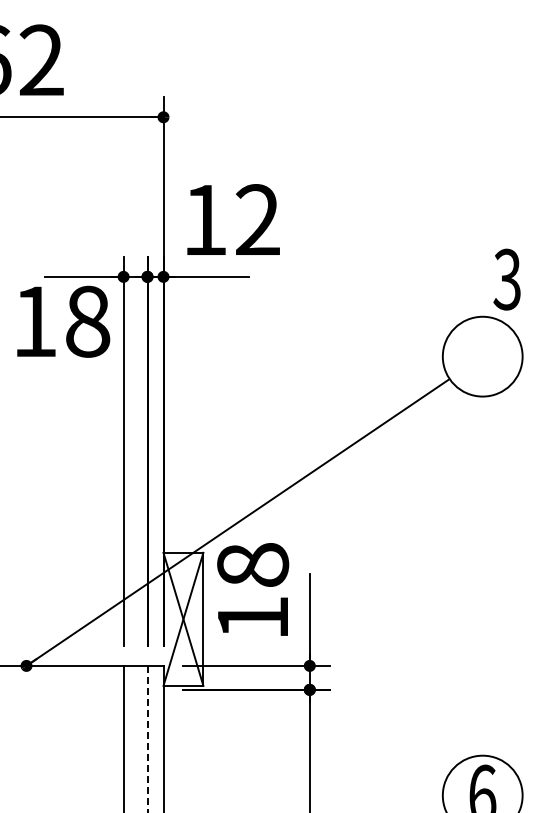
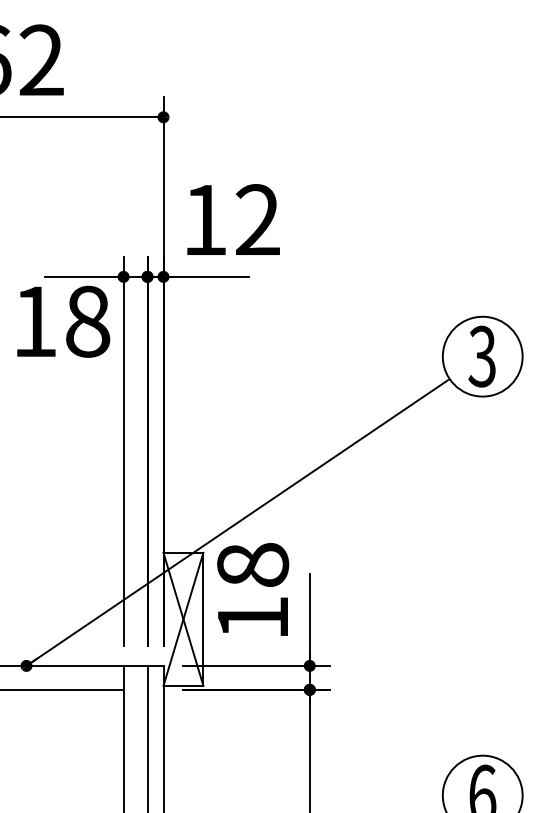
text at (506, 279) position: (506, 279) -> (481, 356)
line at (62, 689): none -> present
line at (147, 739): dashed -> solid
